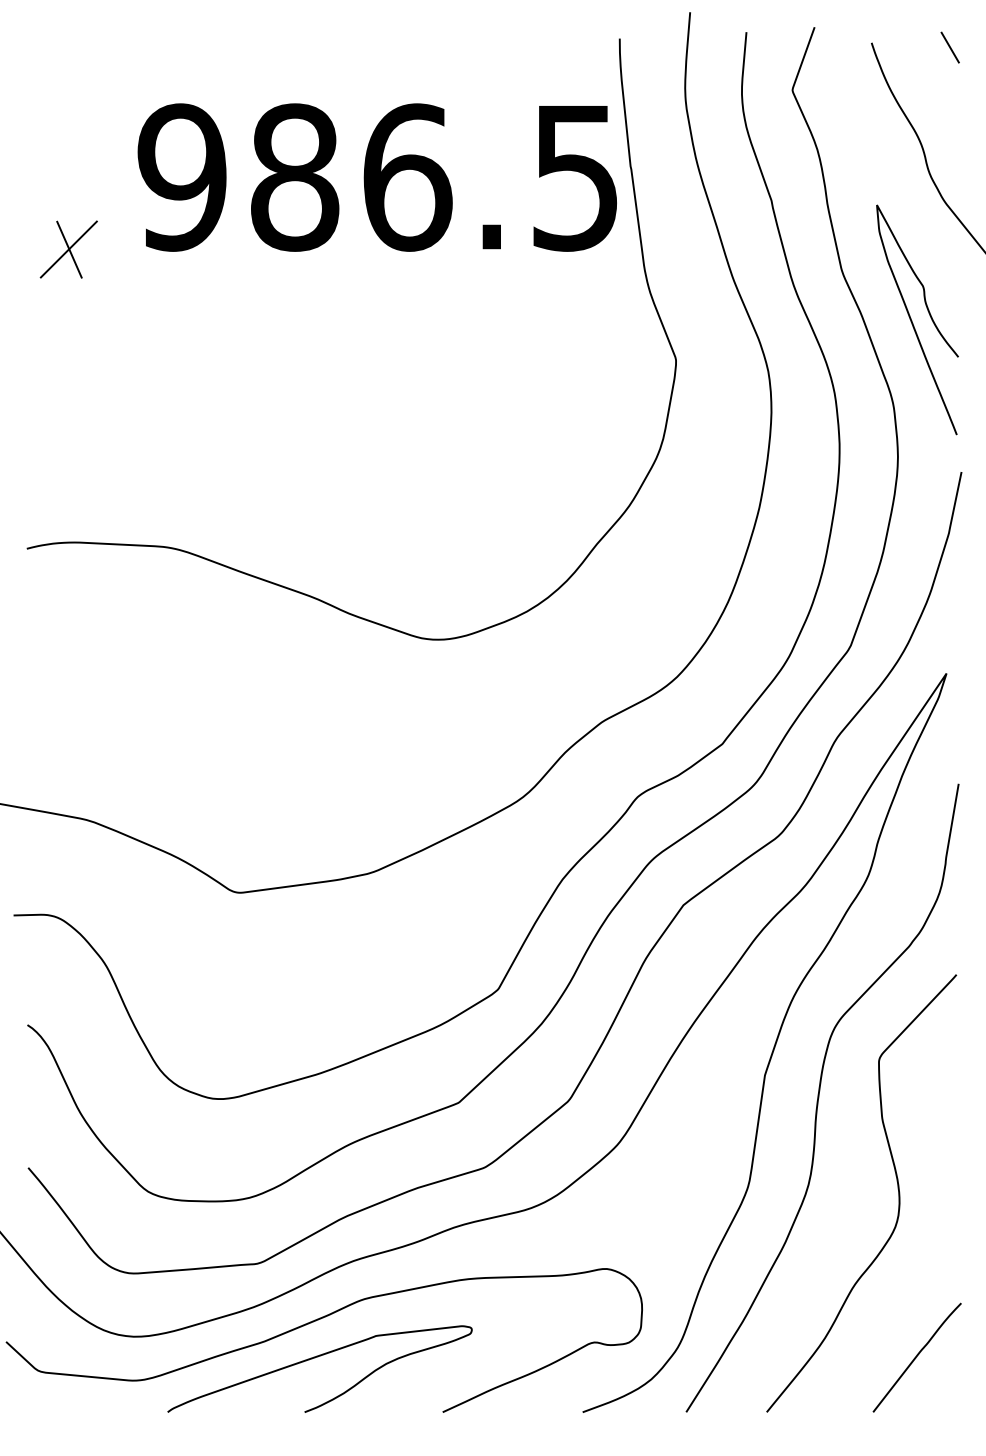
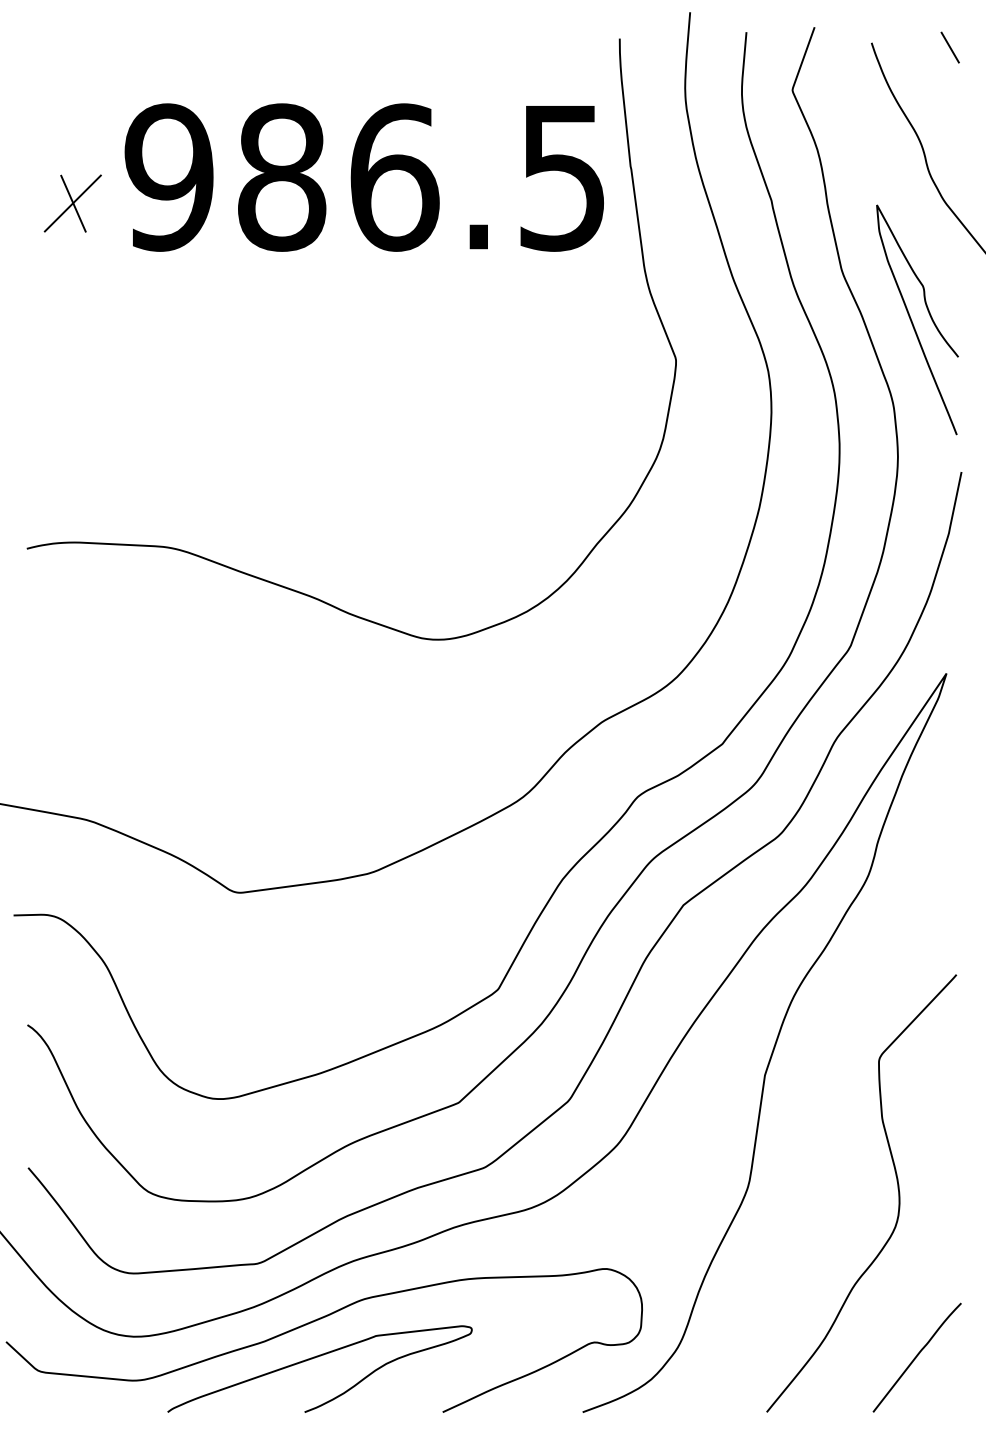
text at (376, 177) position: (376, 177) -> (363, 177)
part at (68, 249) position: (68, 249) -> (72, 203)
curve at (819, 1097): present -> none
